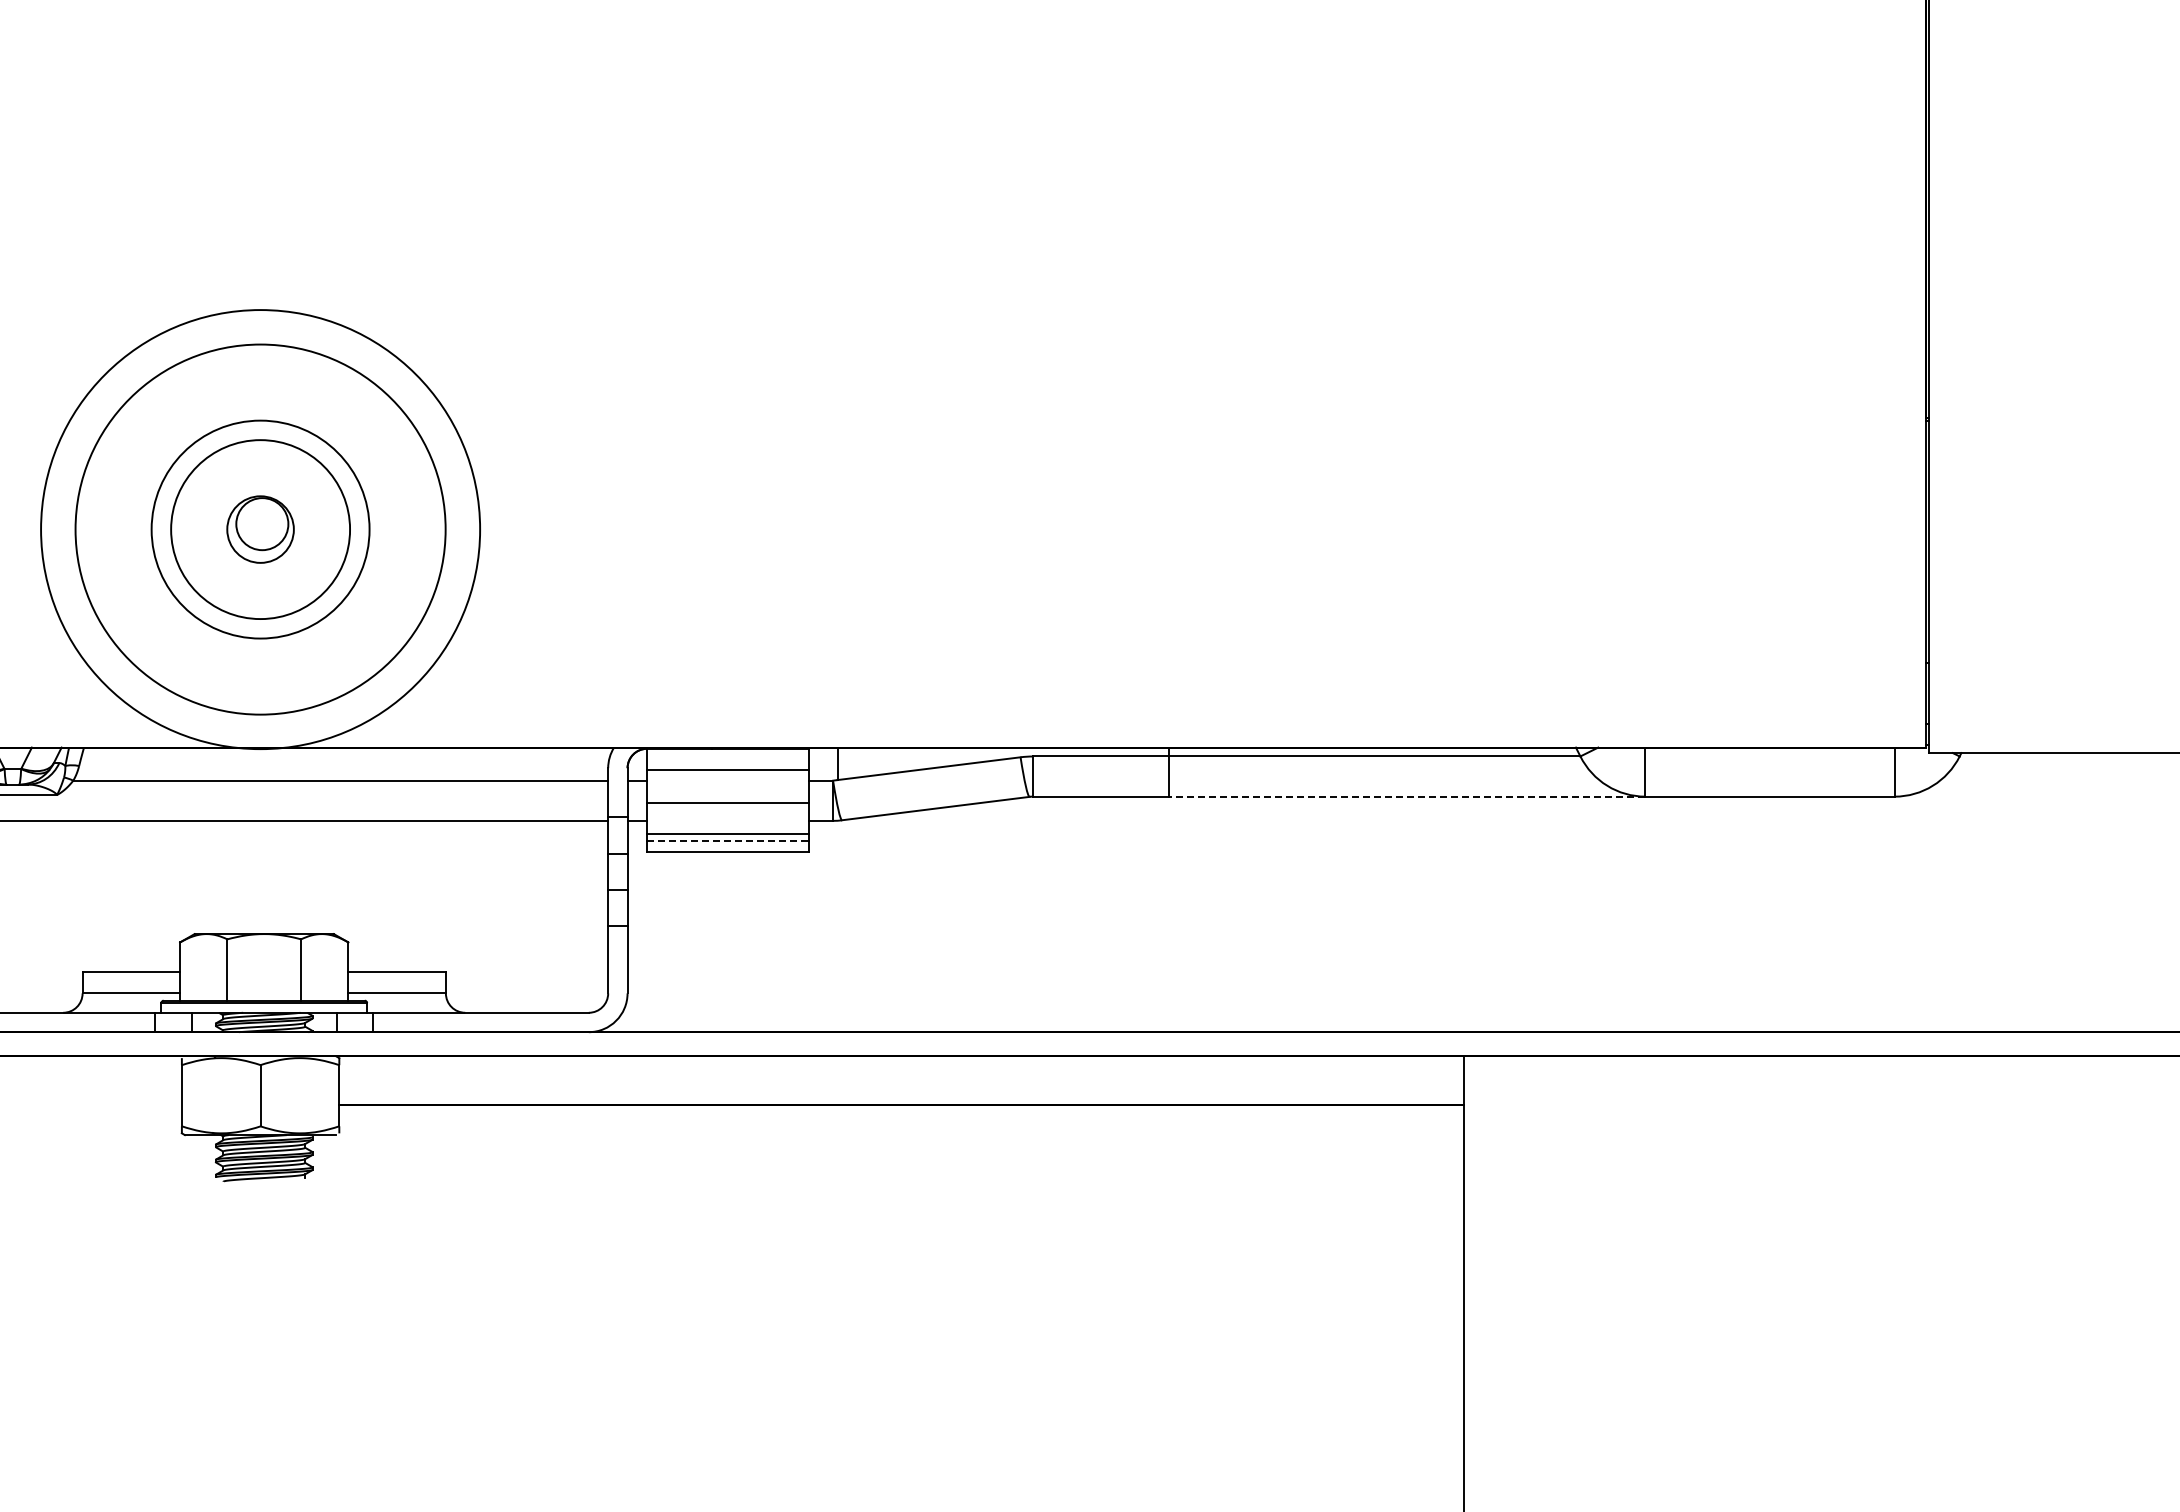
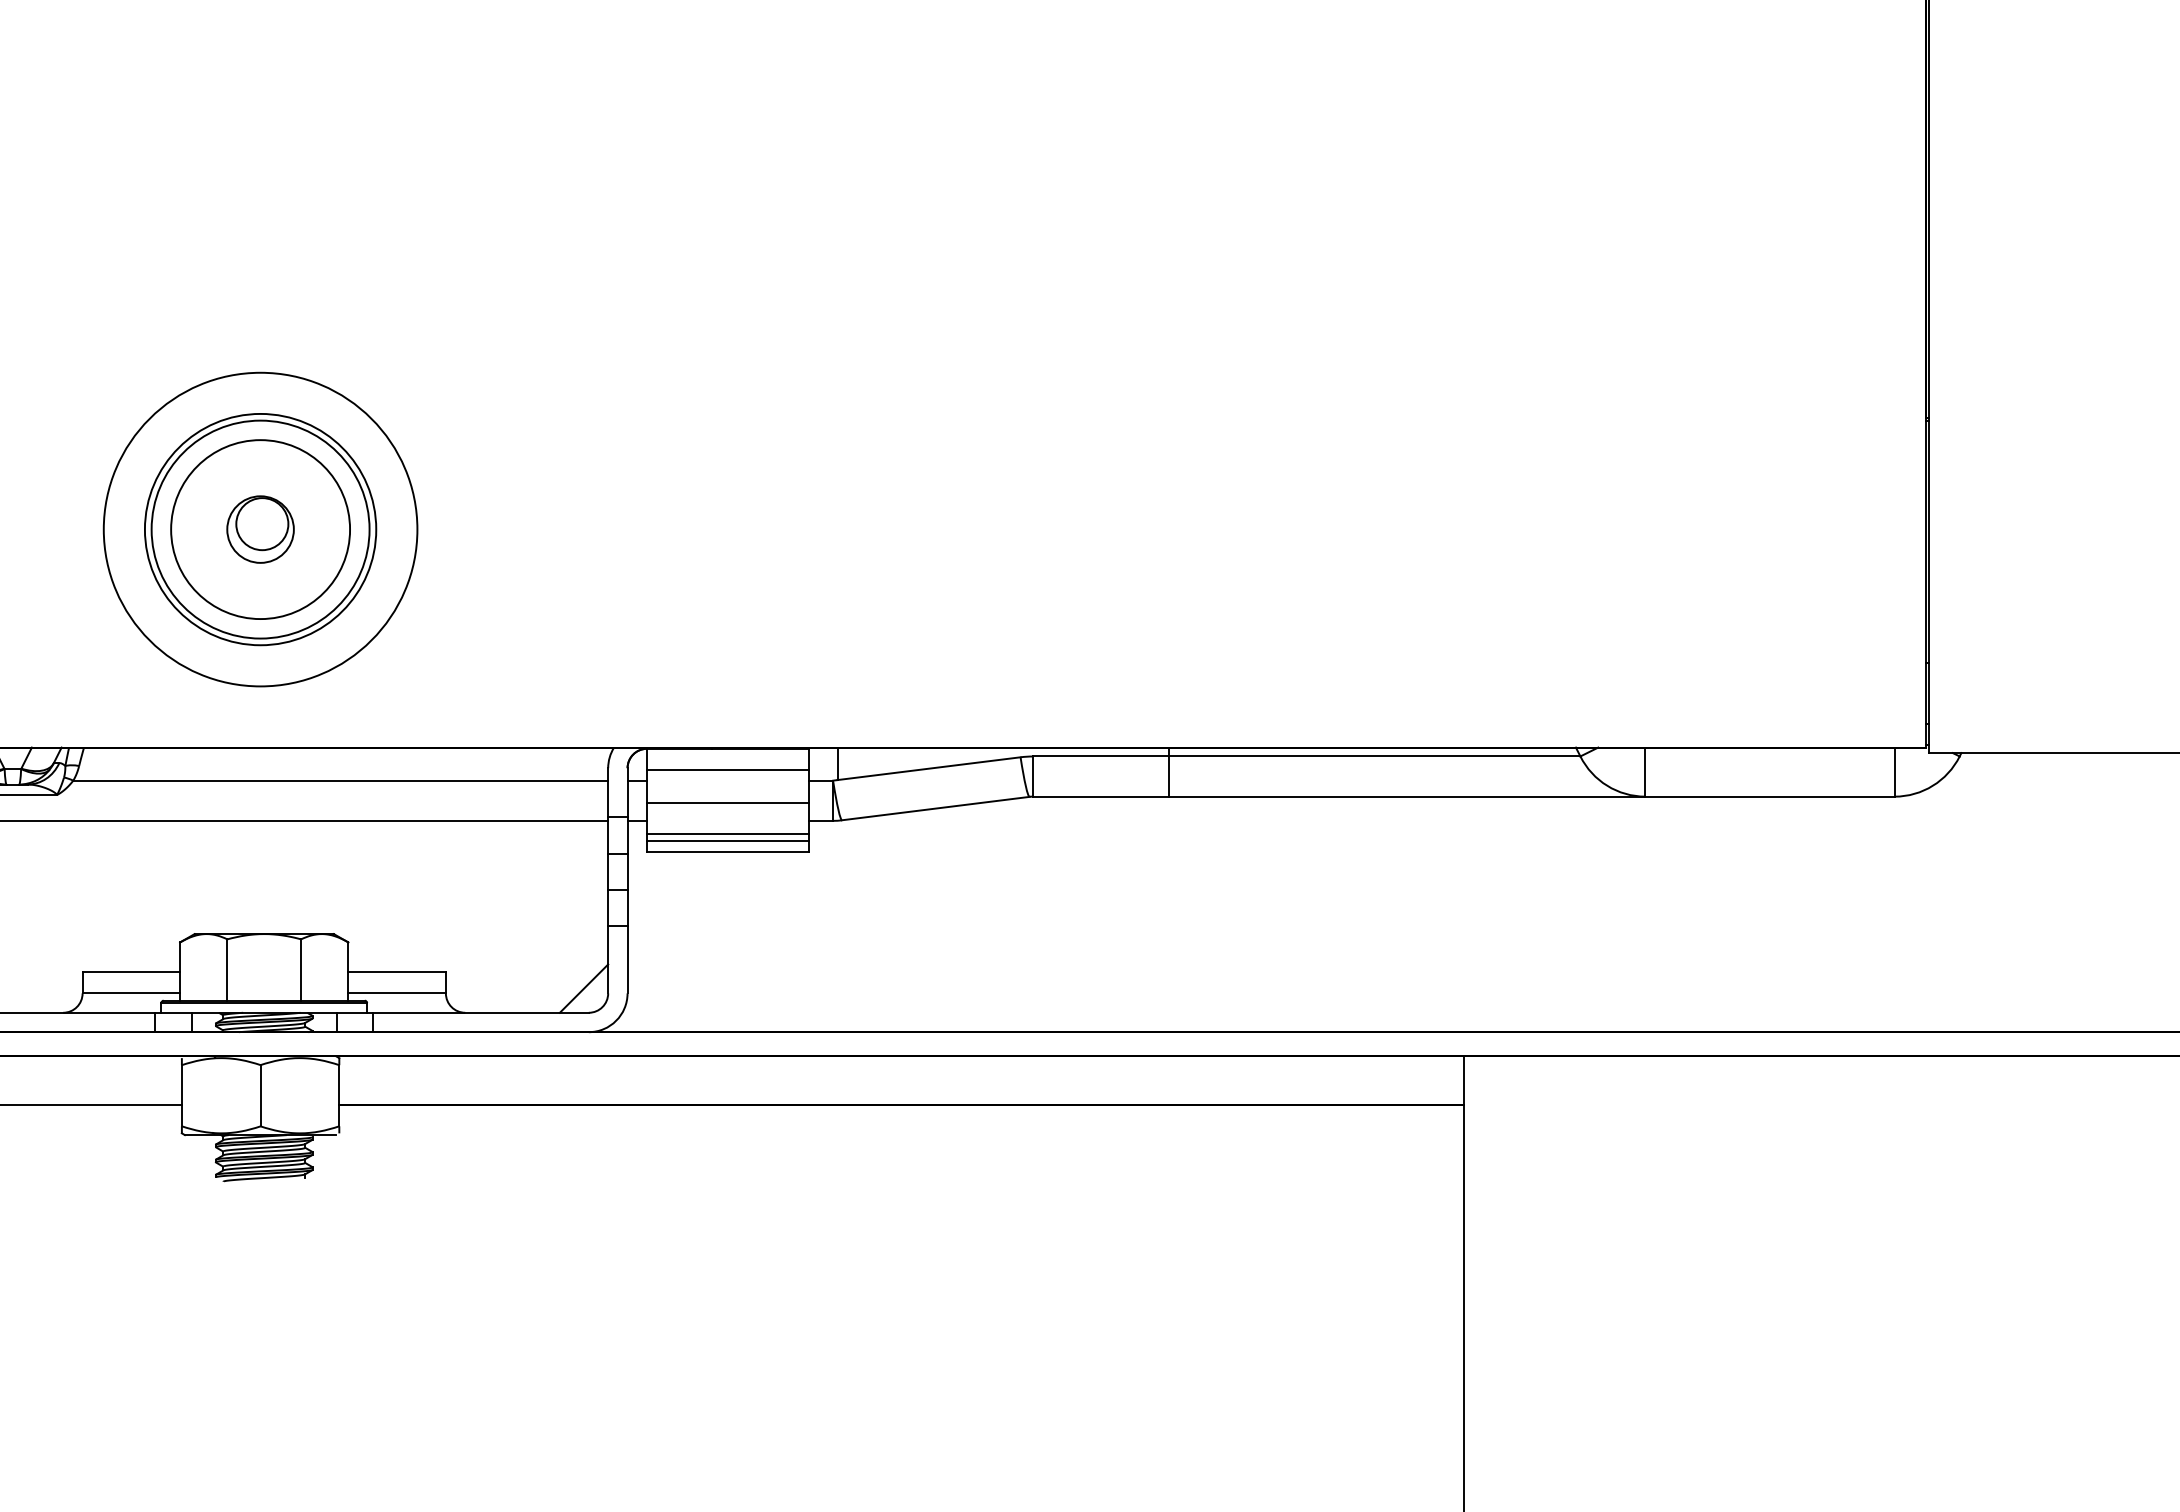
circle at (260, 529) diameter: 370 px -> 231 px
circle at (260, 529) diameter: 439 px -> 314 px
line at (1406, 796): dashed -> solid
line at (728, 840): dashed -> solid
line at (583, 988): none -> present
line at (91, 1104): none -> present
